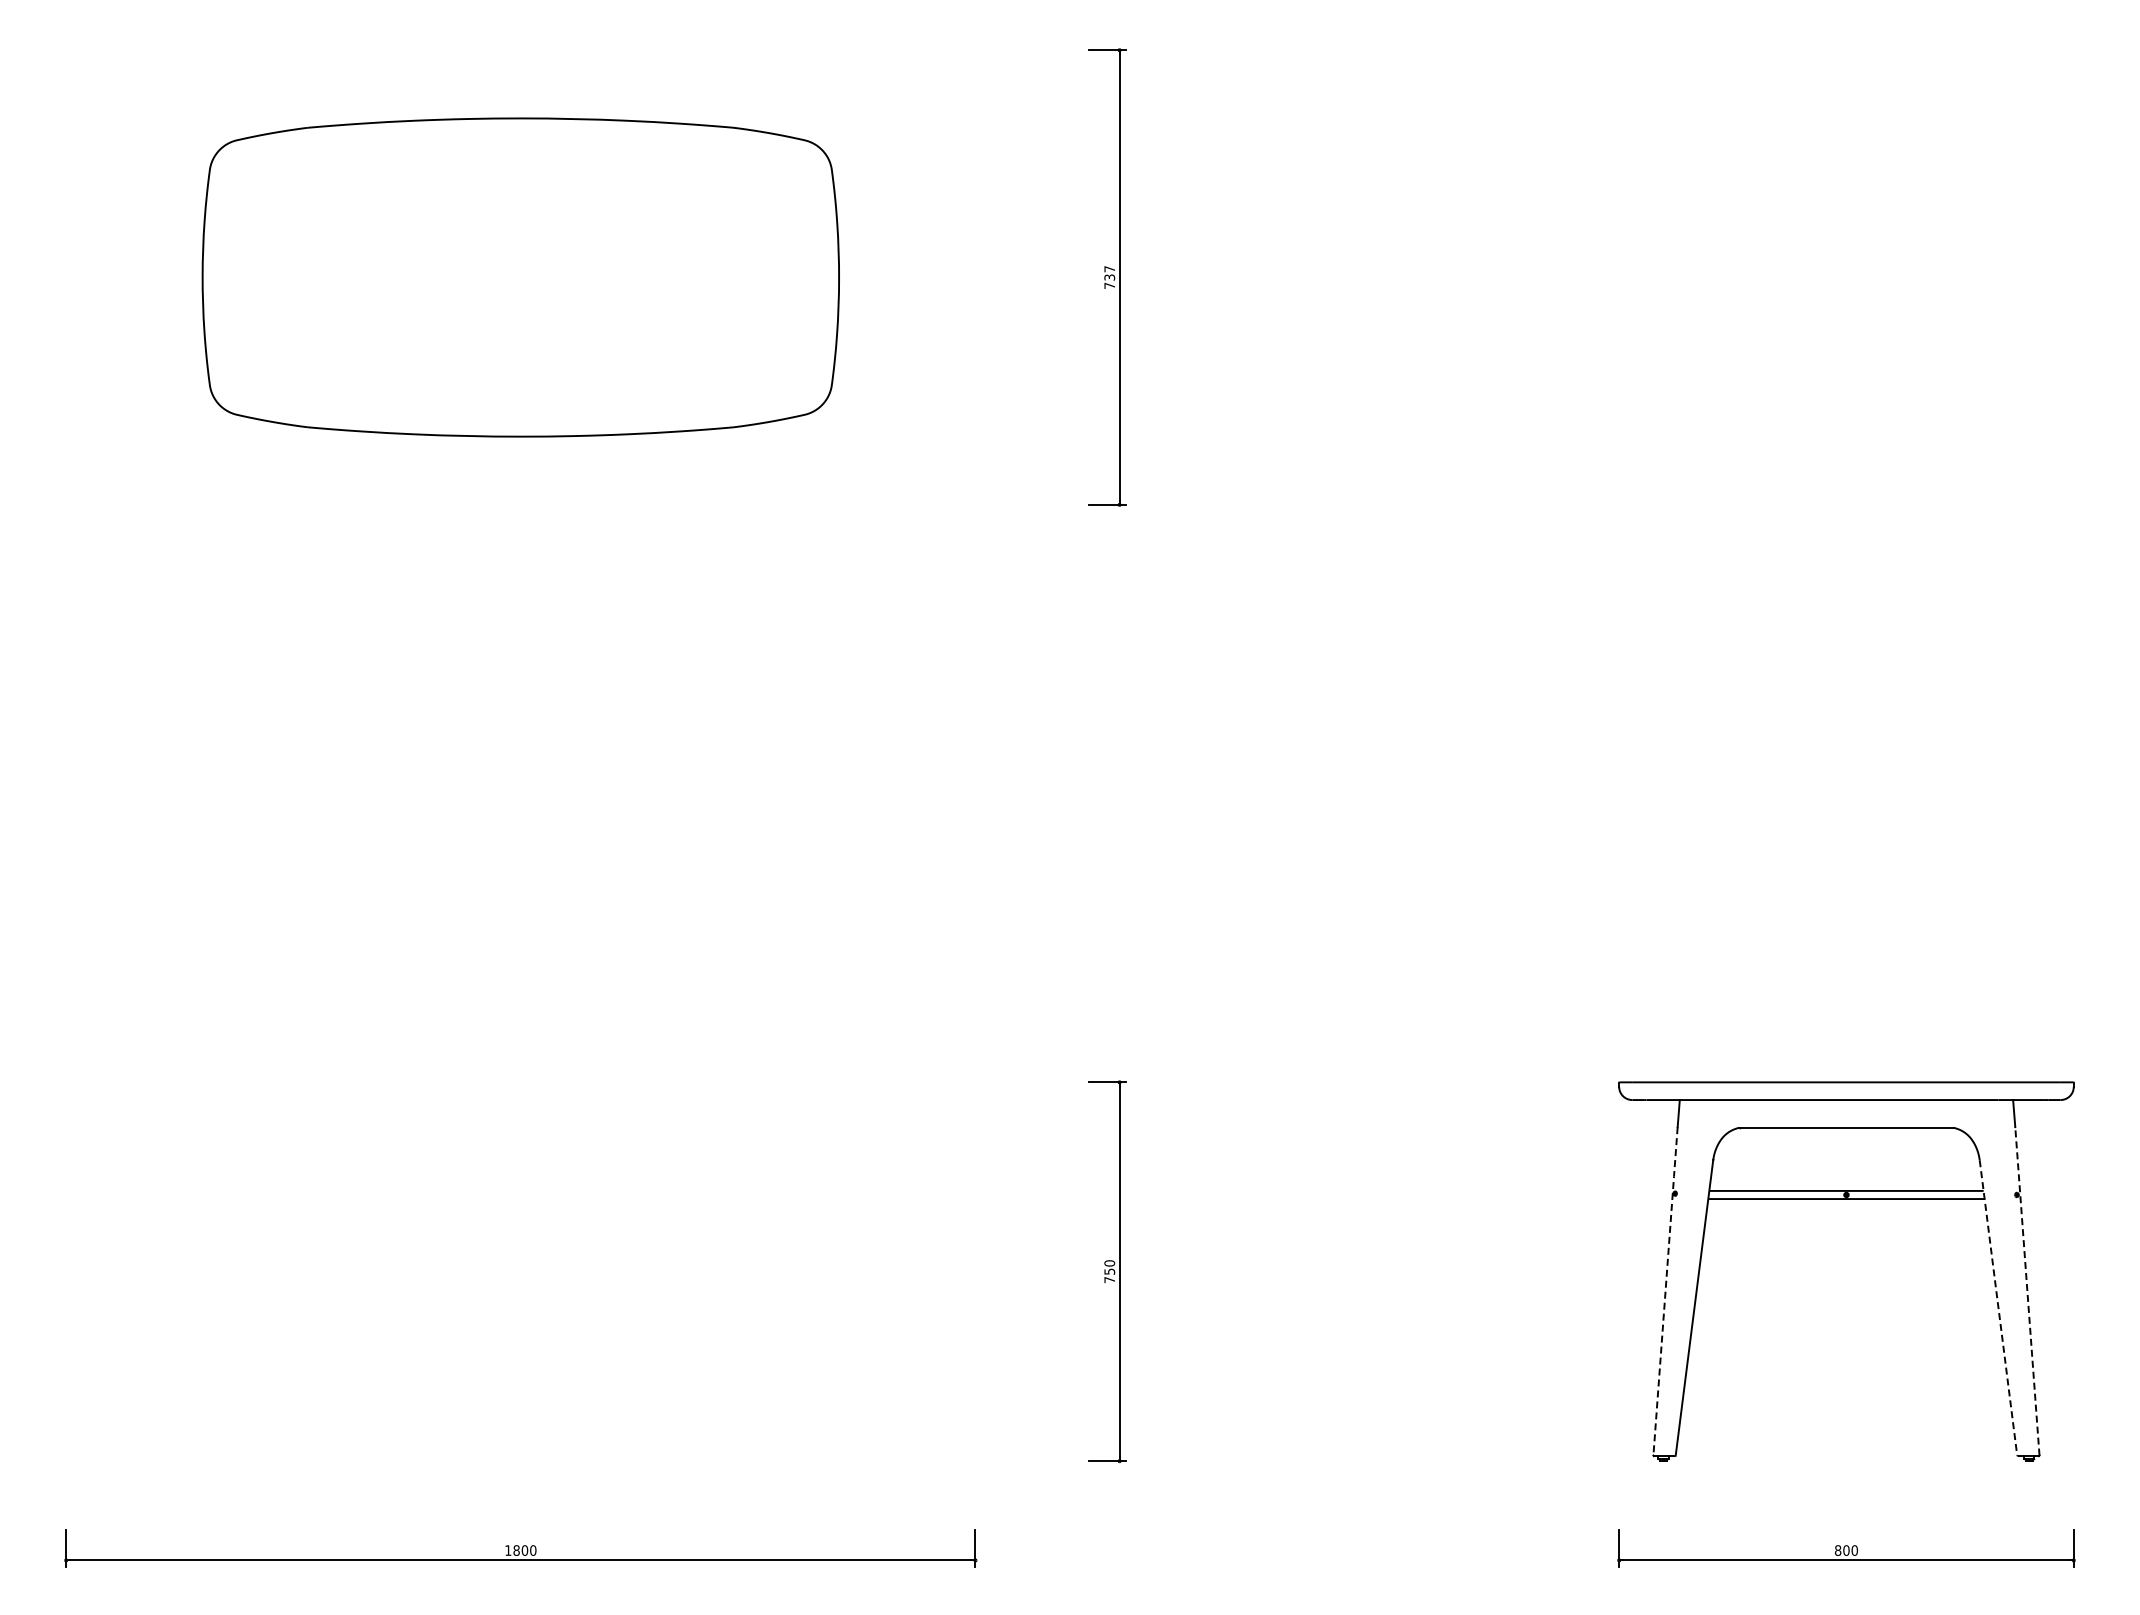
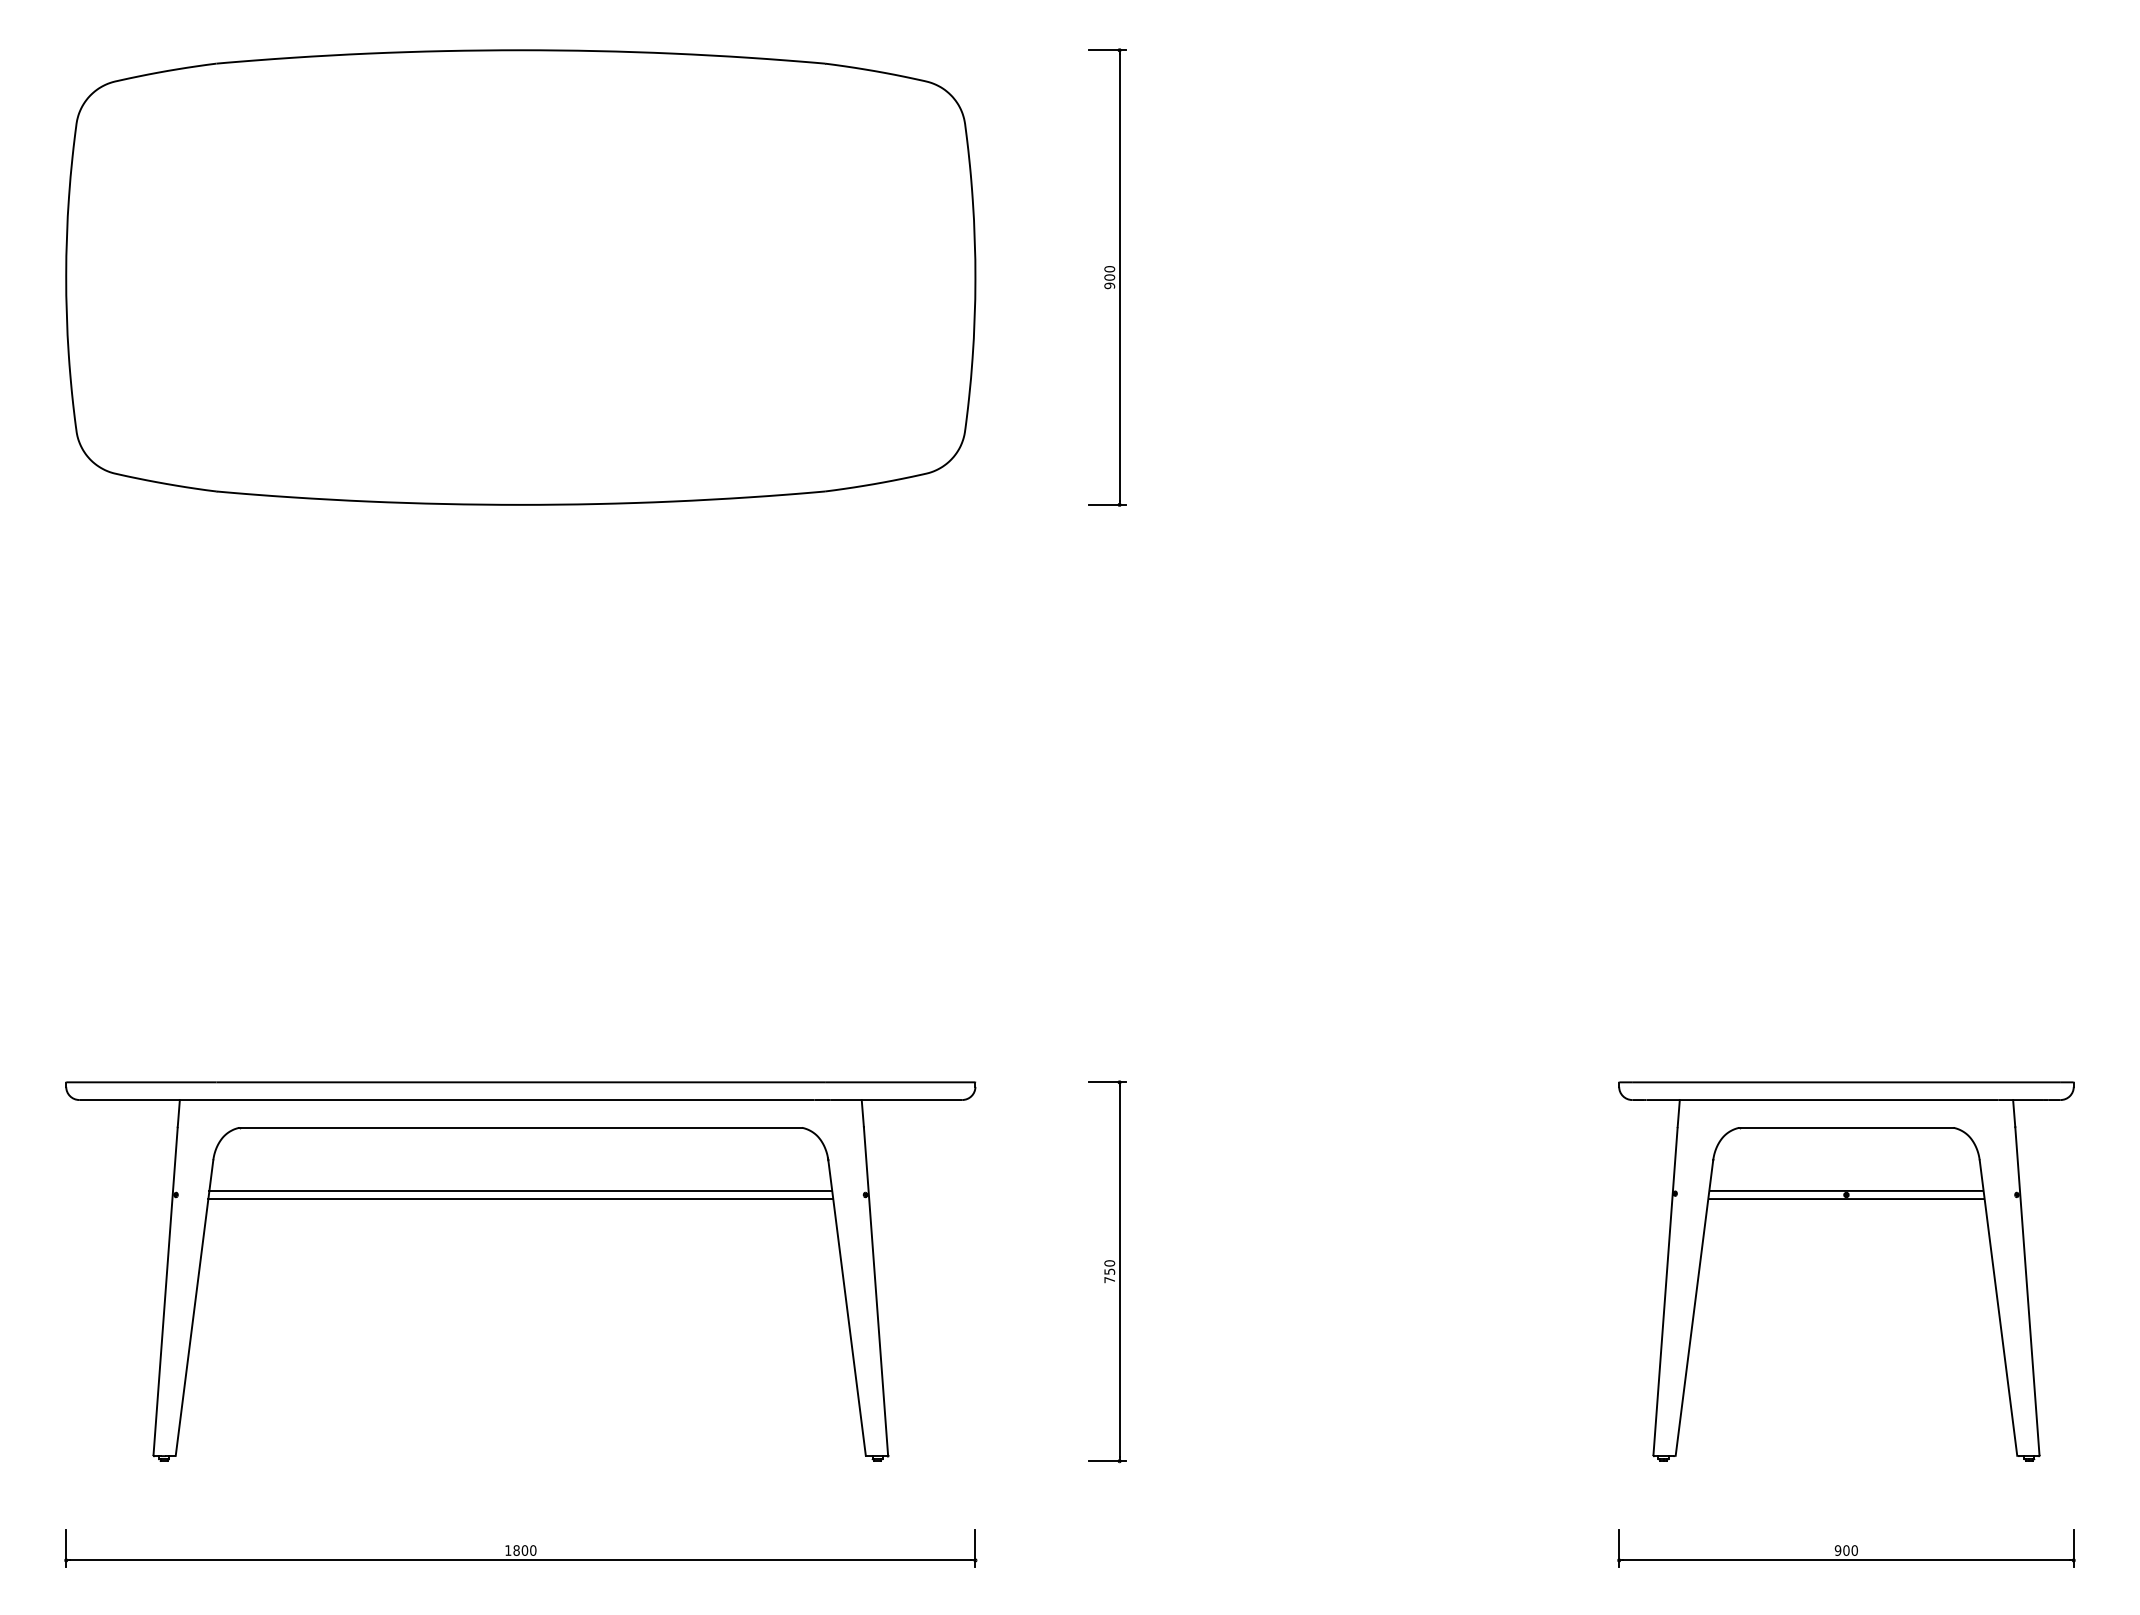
part at (520, 277) size: 639x321 px -> 912x457 px
text at (1109, 277): 737 -> 900
part at (520, 1199): none -> present
line at (1665, 1291): dashed -> solid
line at (2027, 1291): dashed -> solid
line at (1998, 1307): dashed -> solid
text at (1837, 1550): 800 -> 900
